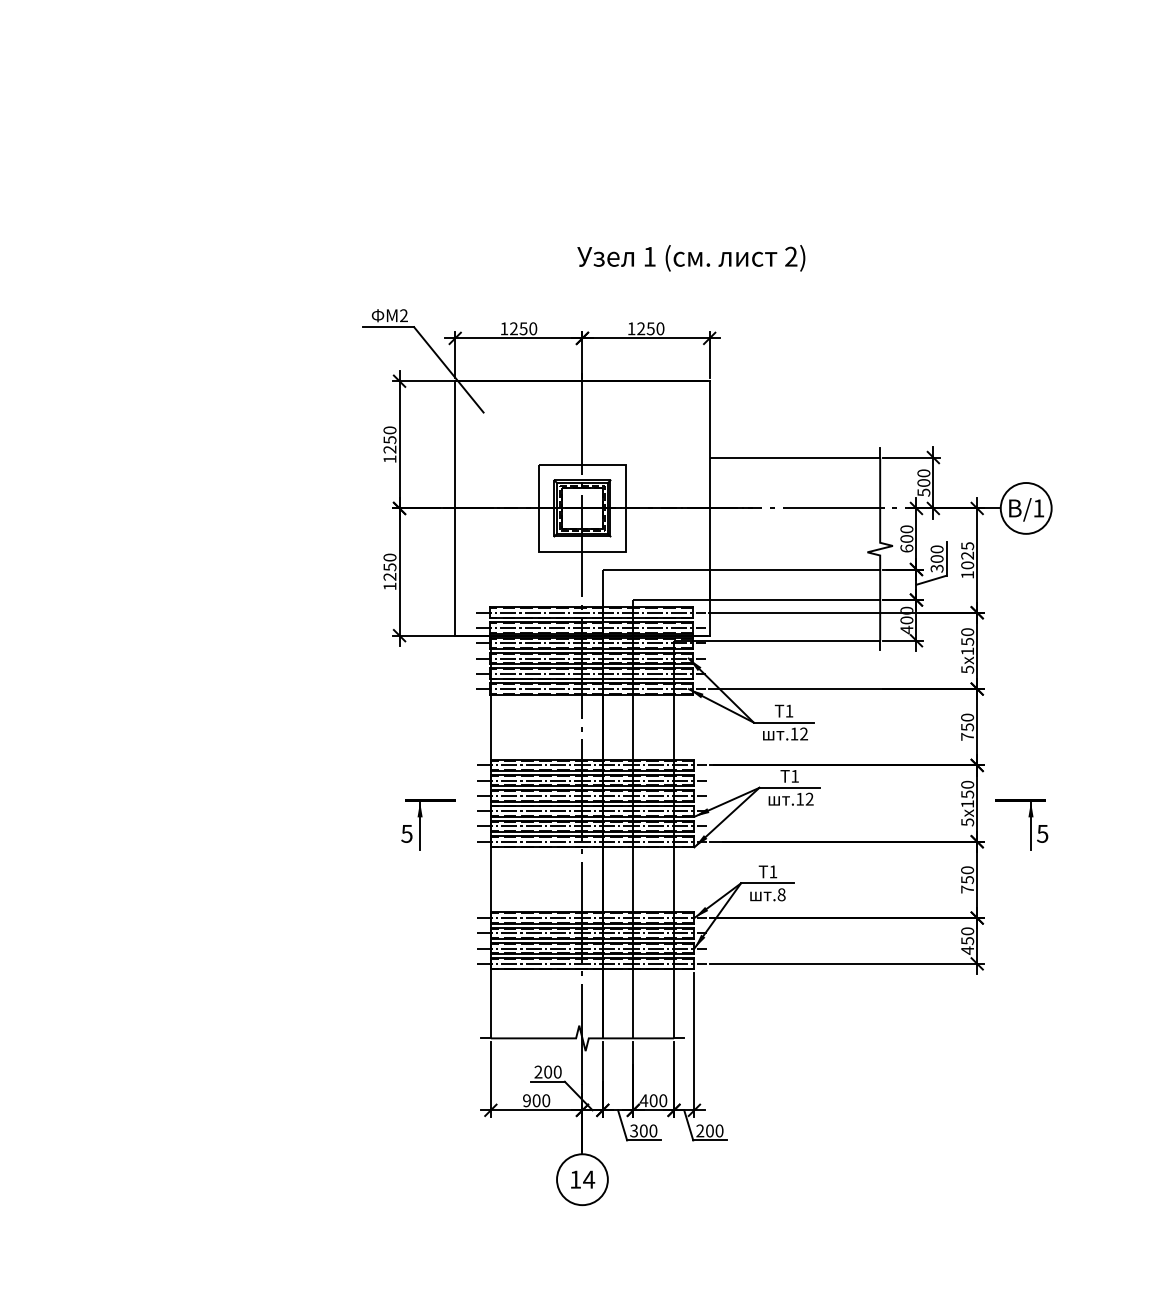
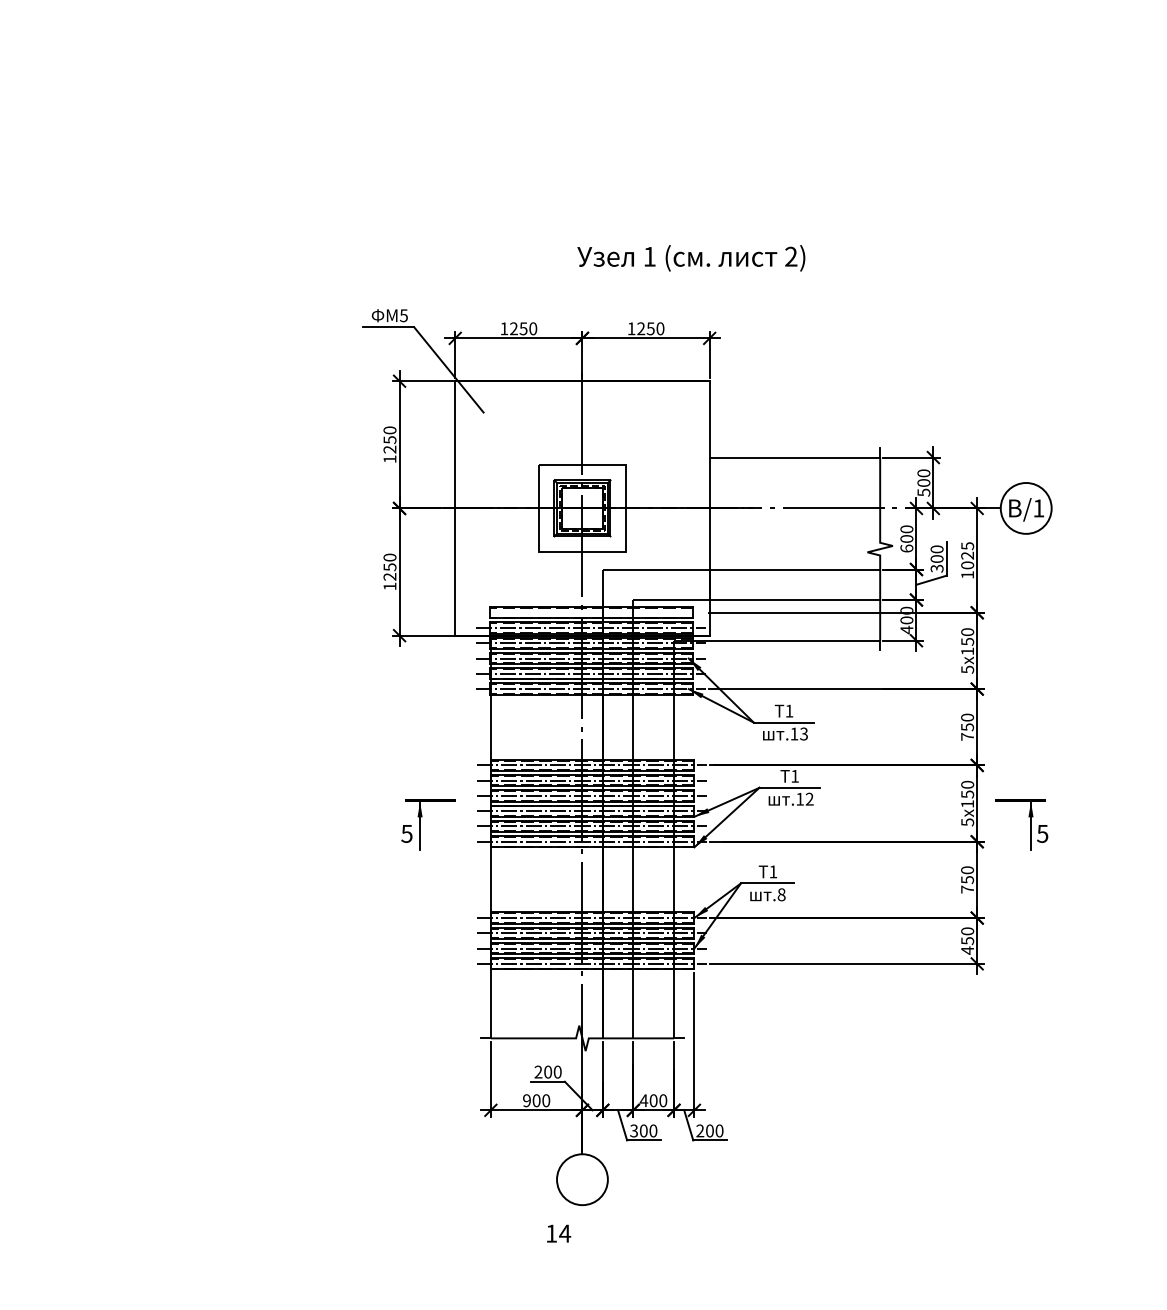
text at (403, 315): 2 -> 5
line at (590, 612): present -> none
text at (803, 734): .12 -> .13
text at (583, 1179) position: (583, 1179) -> (559, 1233)
